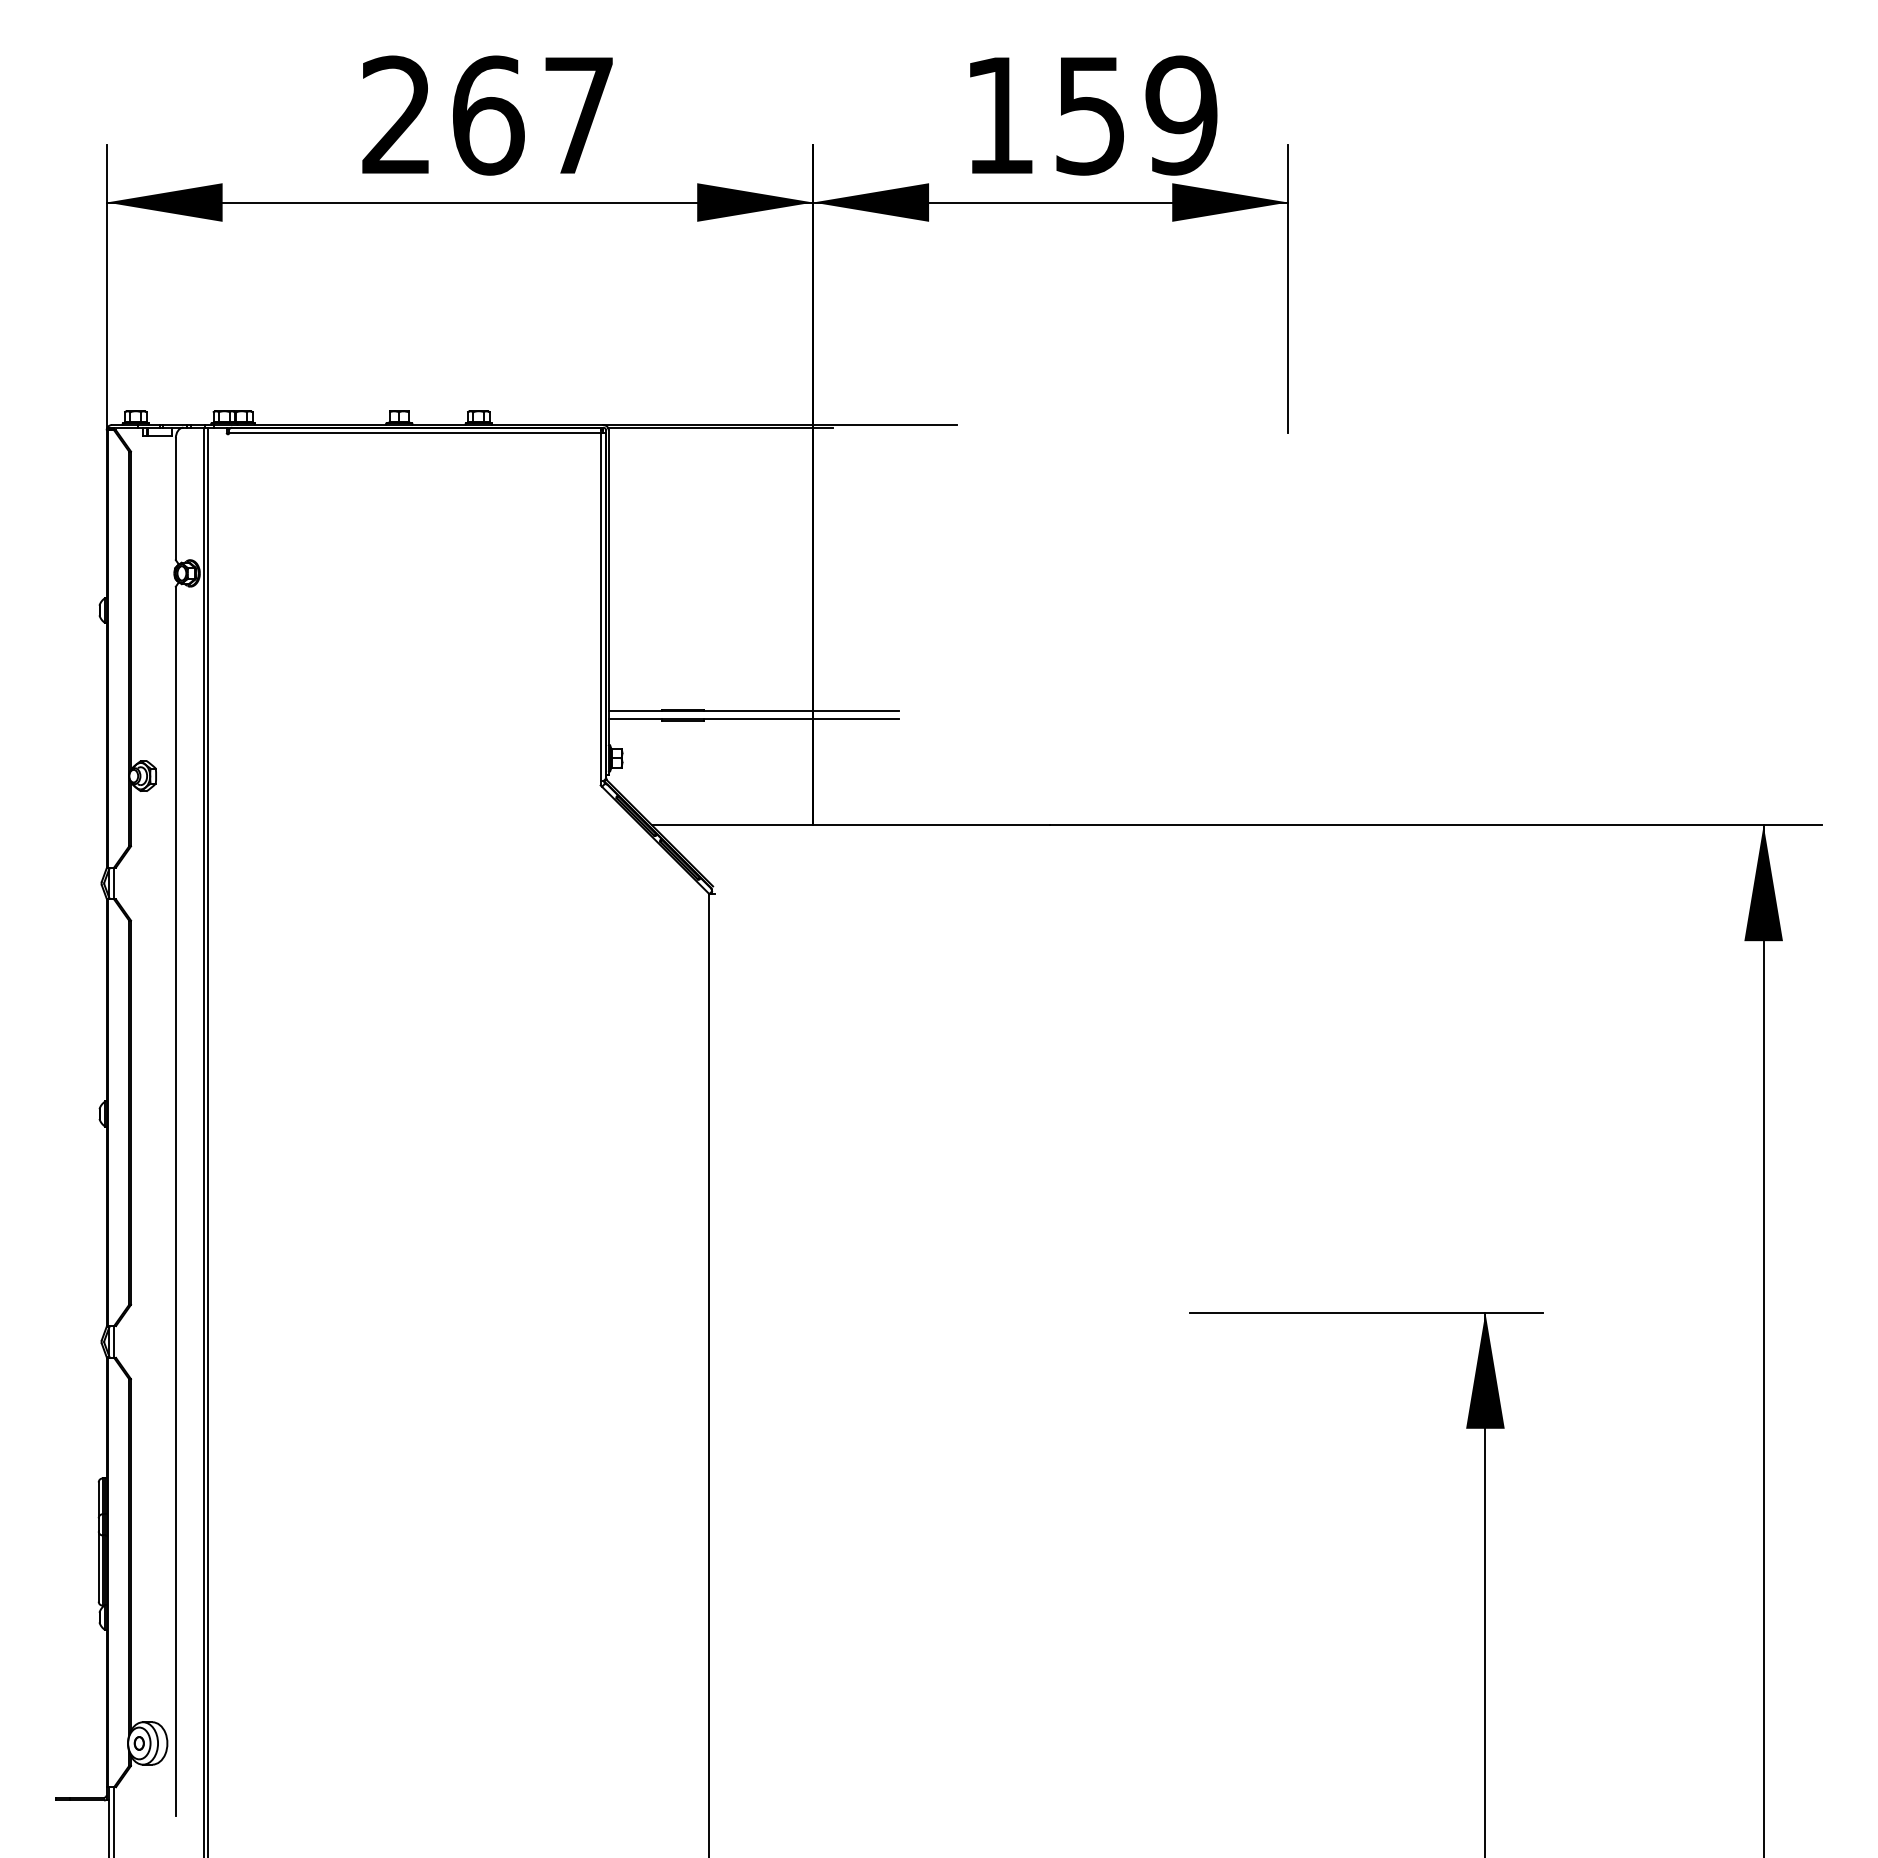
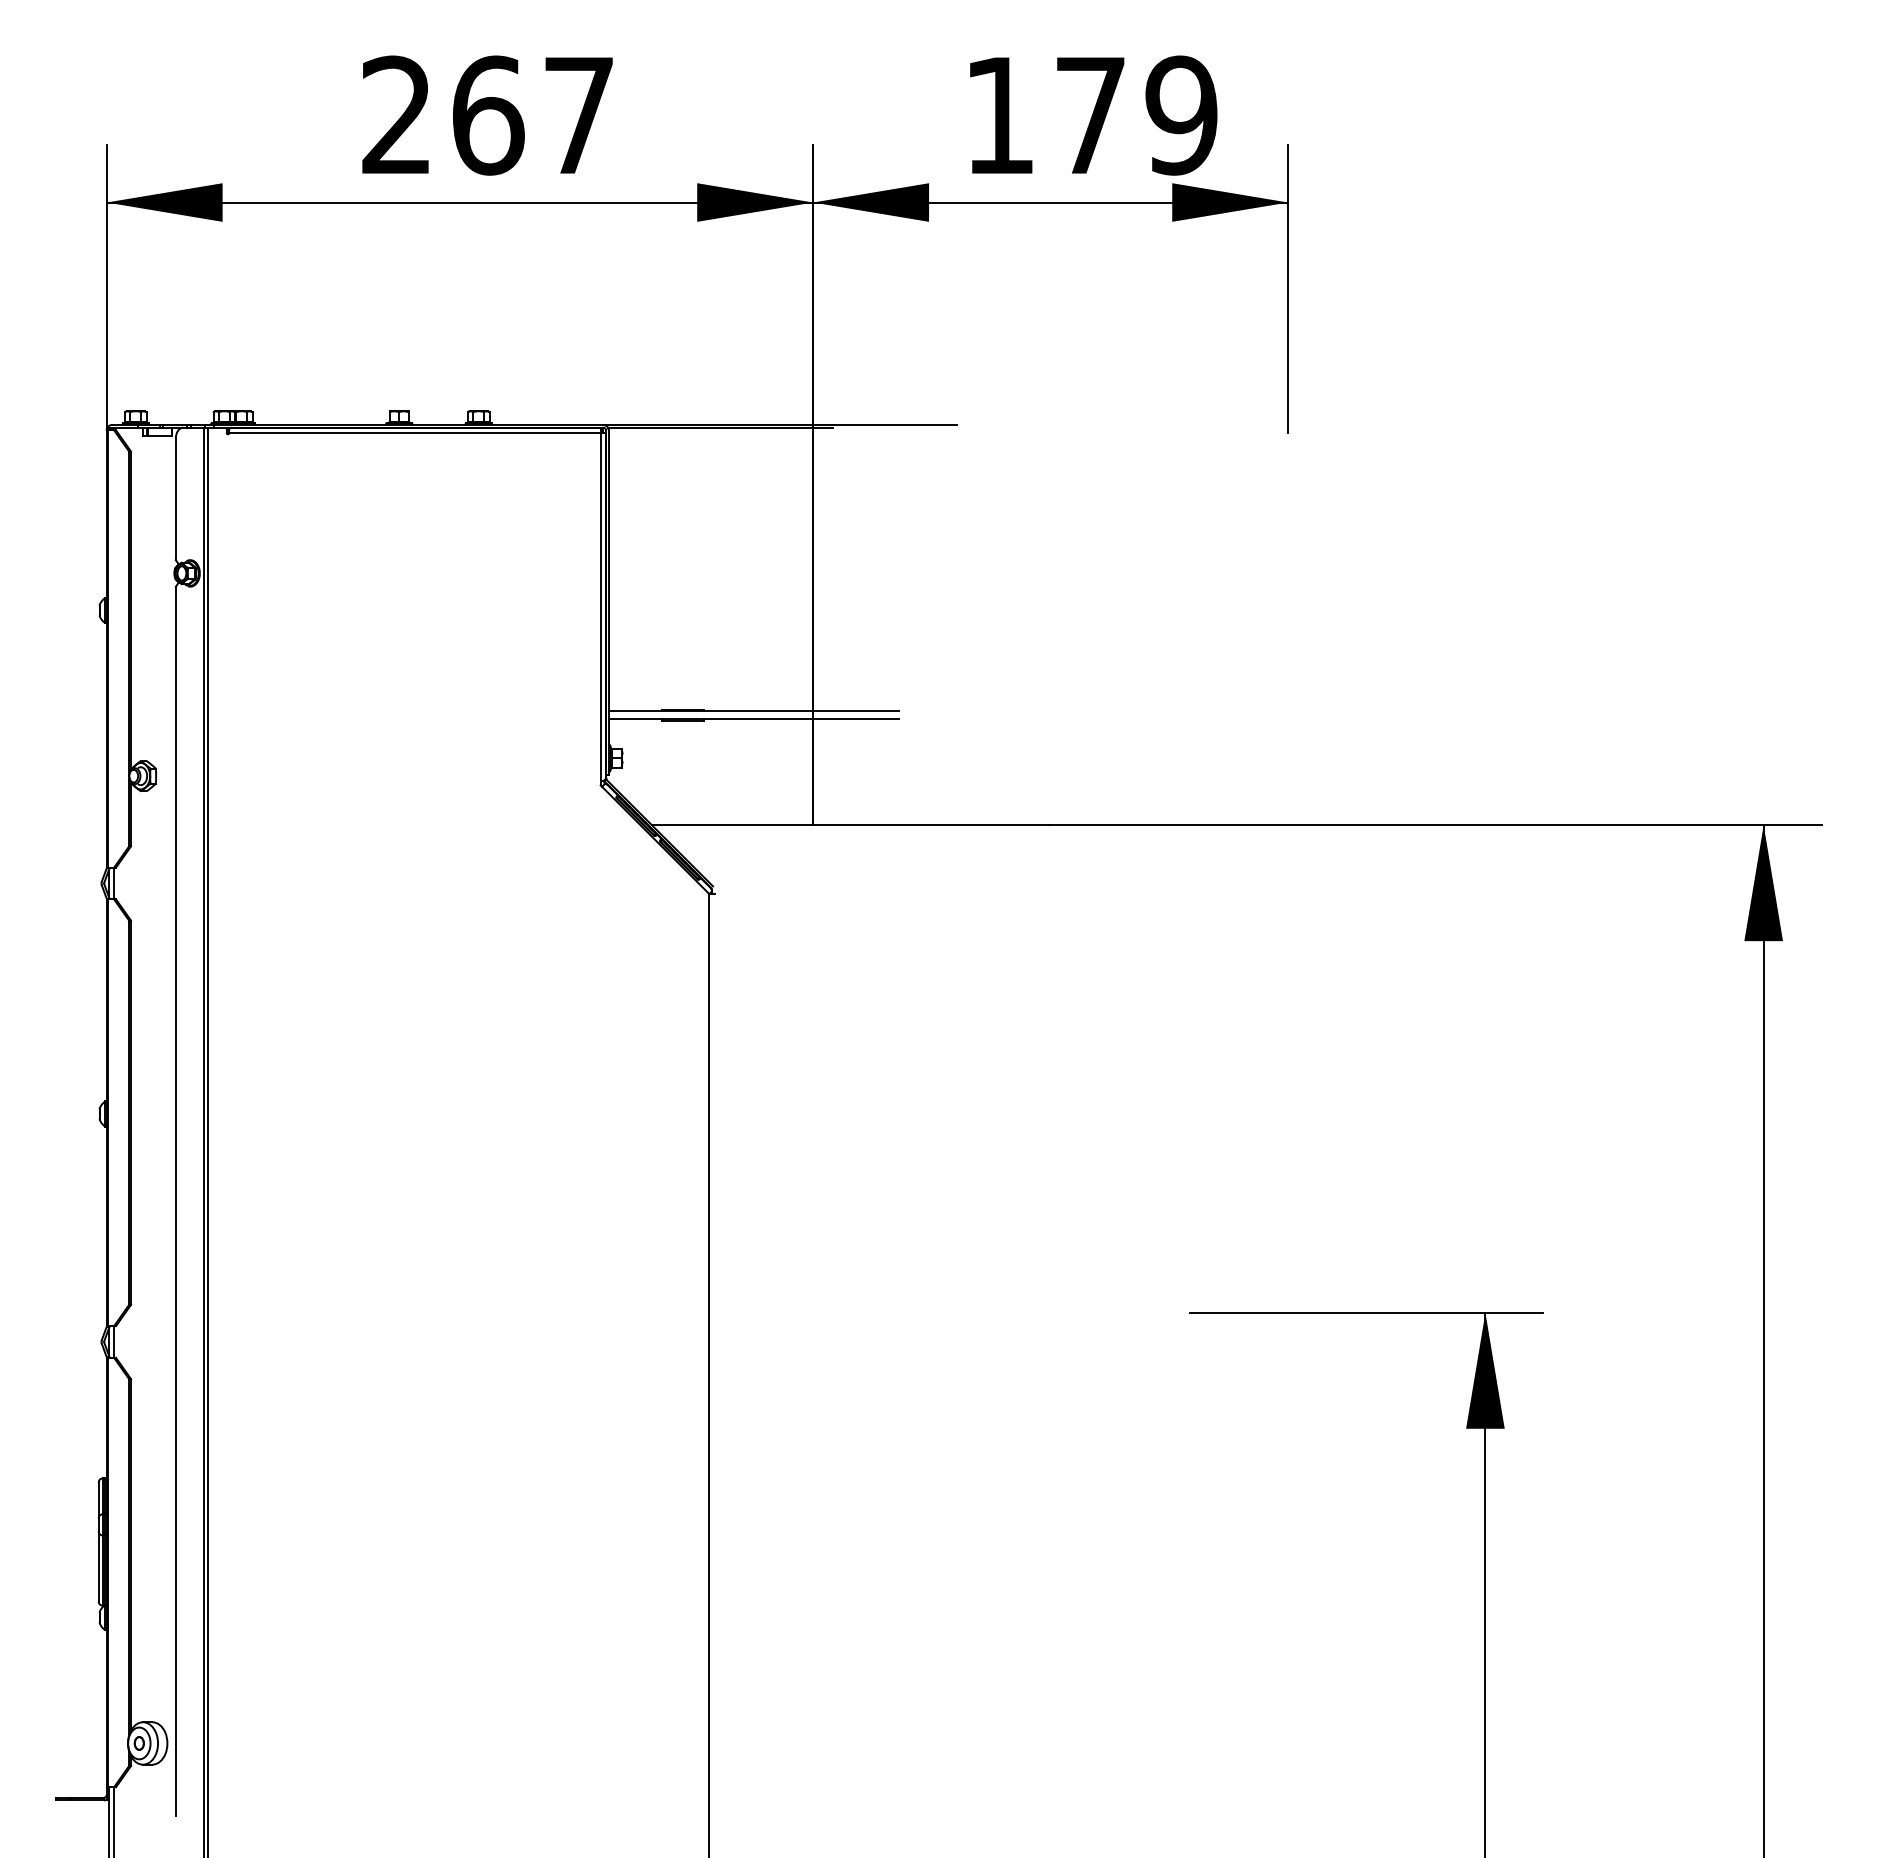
text at (1090, 116): 159 -> 179
